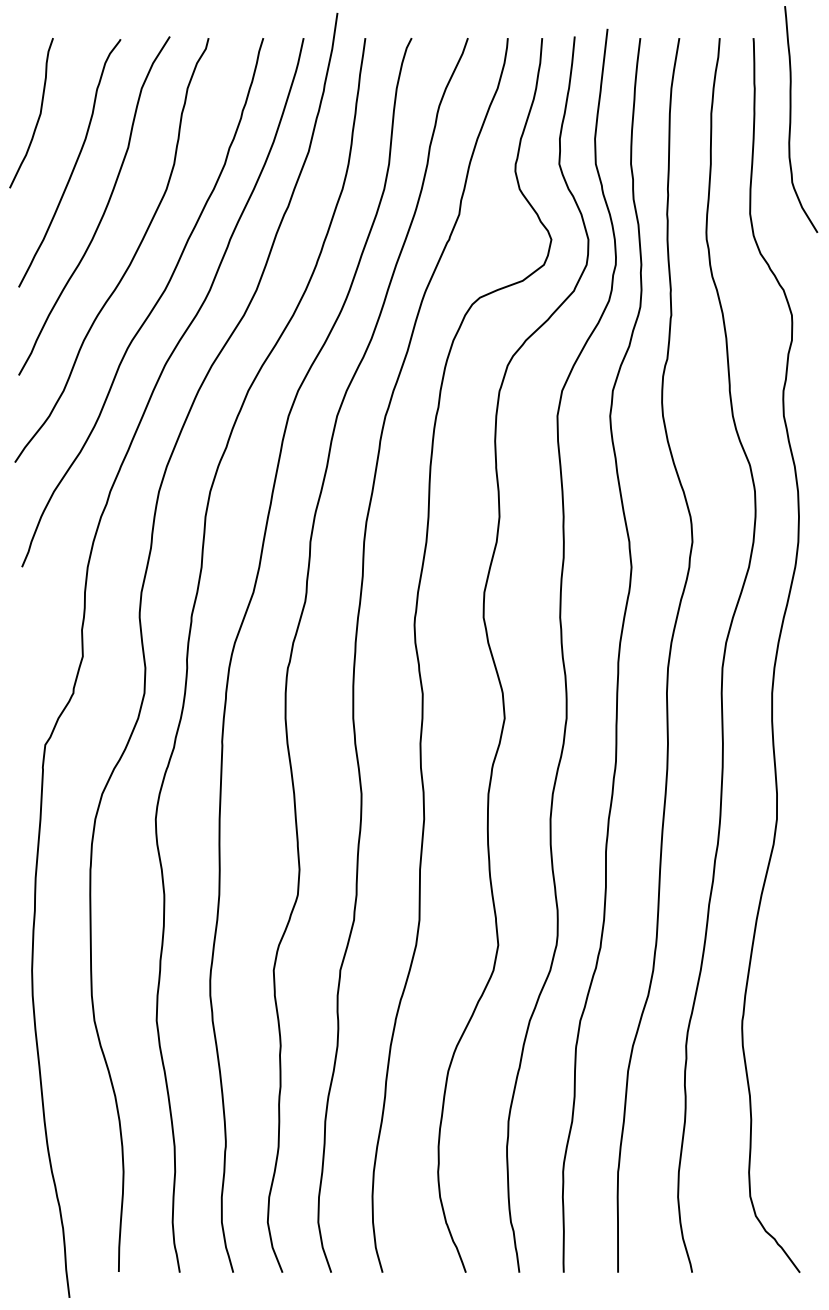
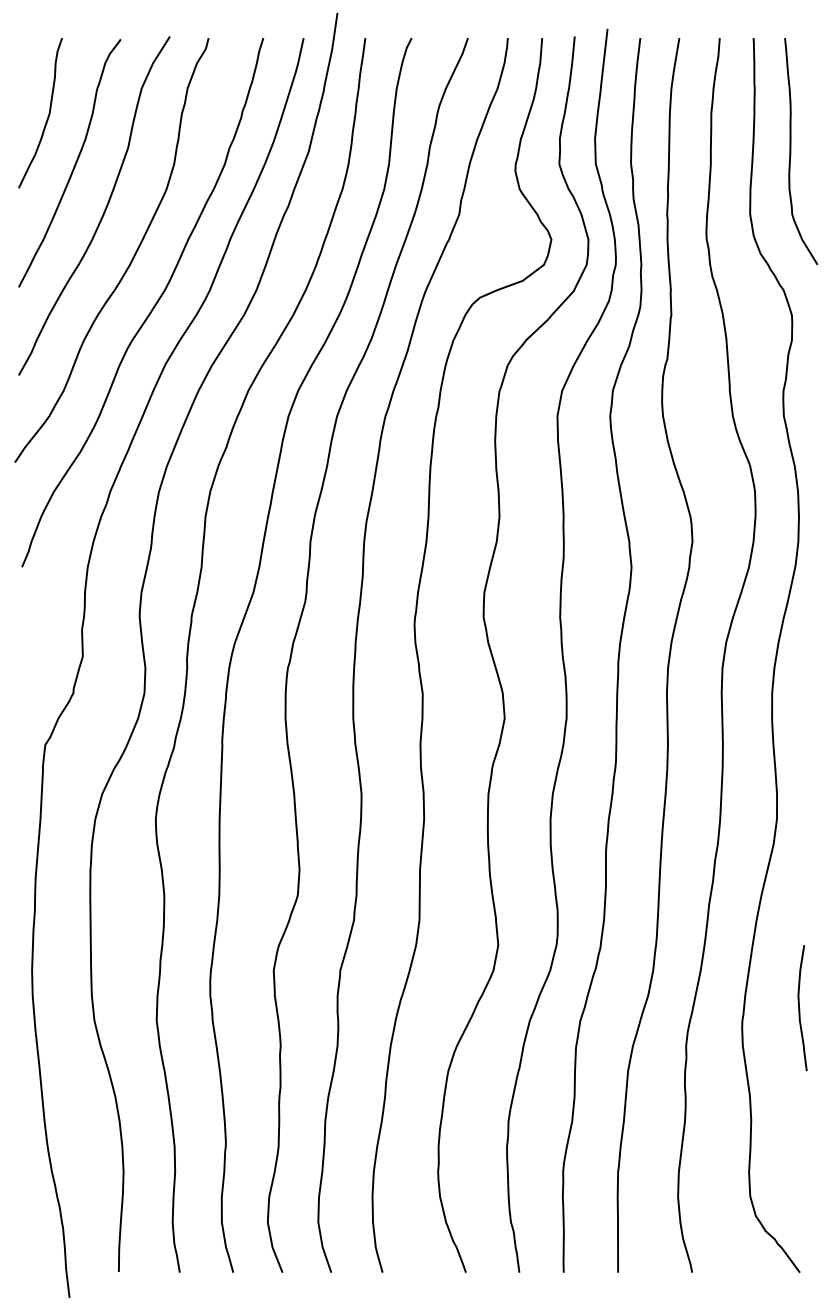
curve at (38, 116) position: (38, 116) -> (47, 116)
curve at (791, 119) position: (791, 119) -> (791, 151)
curve at (800, 1008): none -> present
